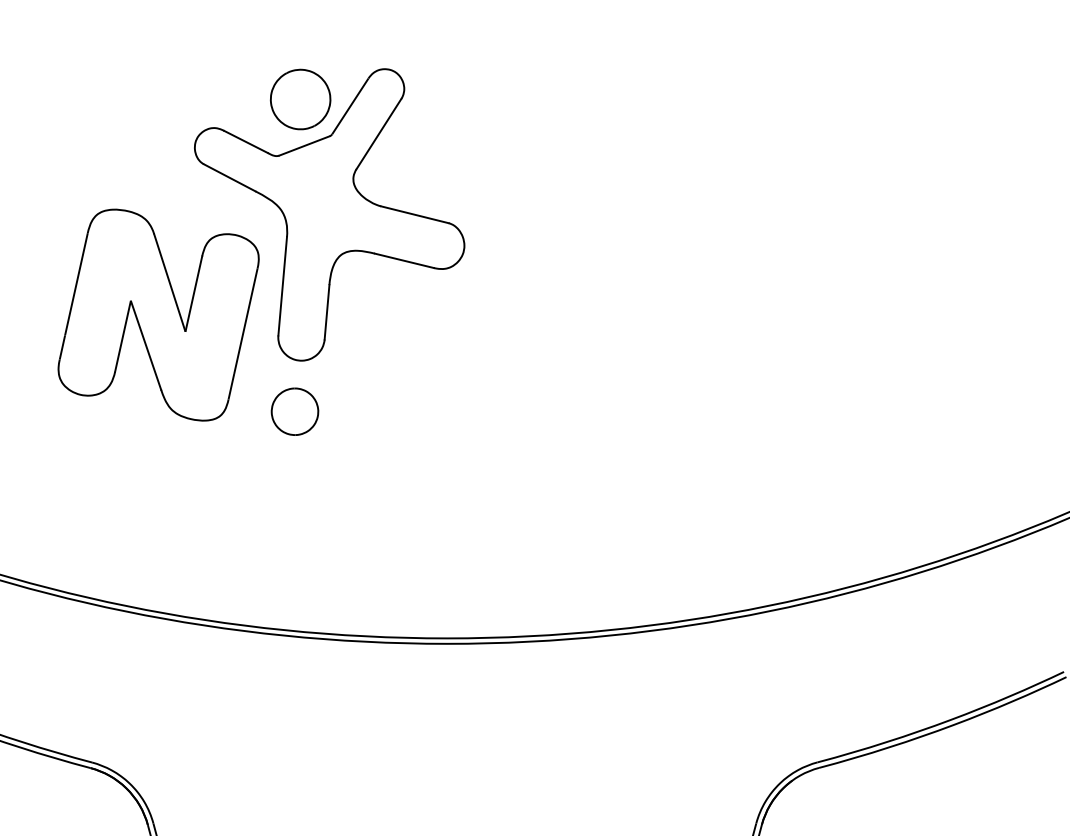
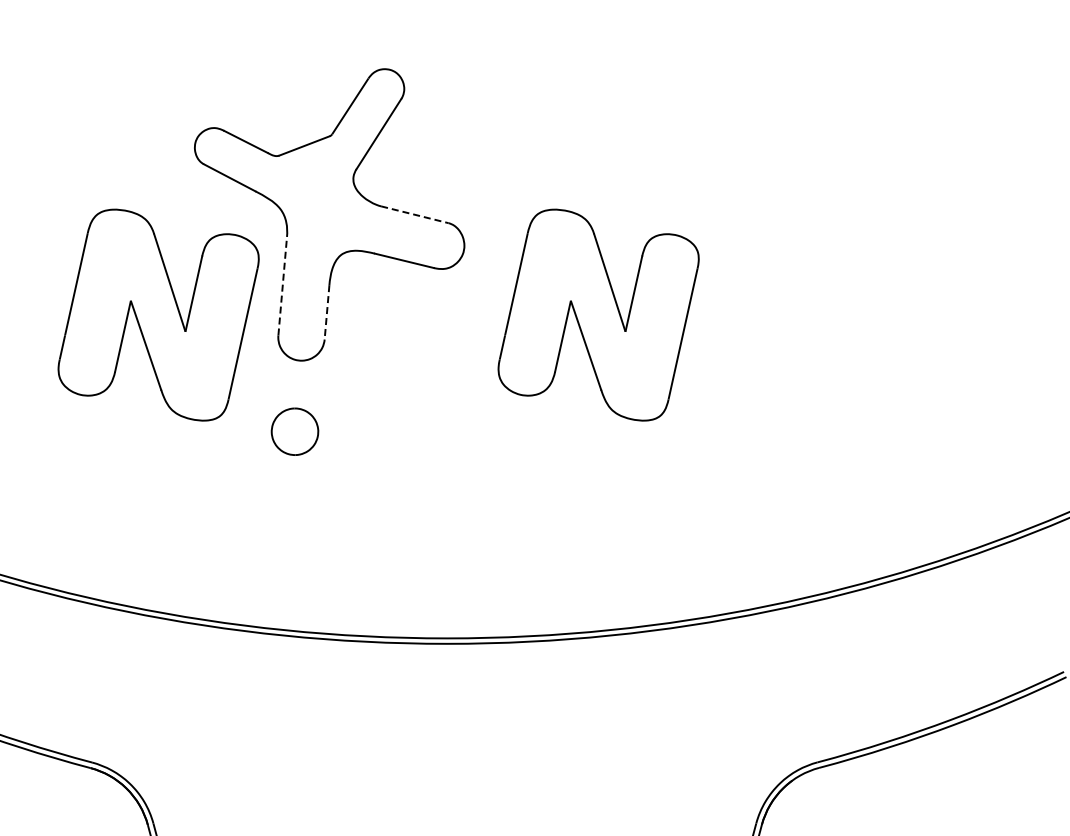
part at (300, 99): present -> none
line at (414, 214): solid -> dashed
line at (282, 285): solid -> dashed
line at (327, 312): solid -> dashed
part at (598, 314): none -> present
part at (294, 411) position: (294, 411) -> (294, 431)
